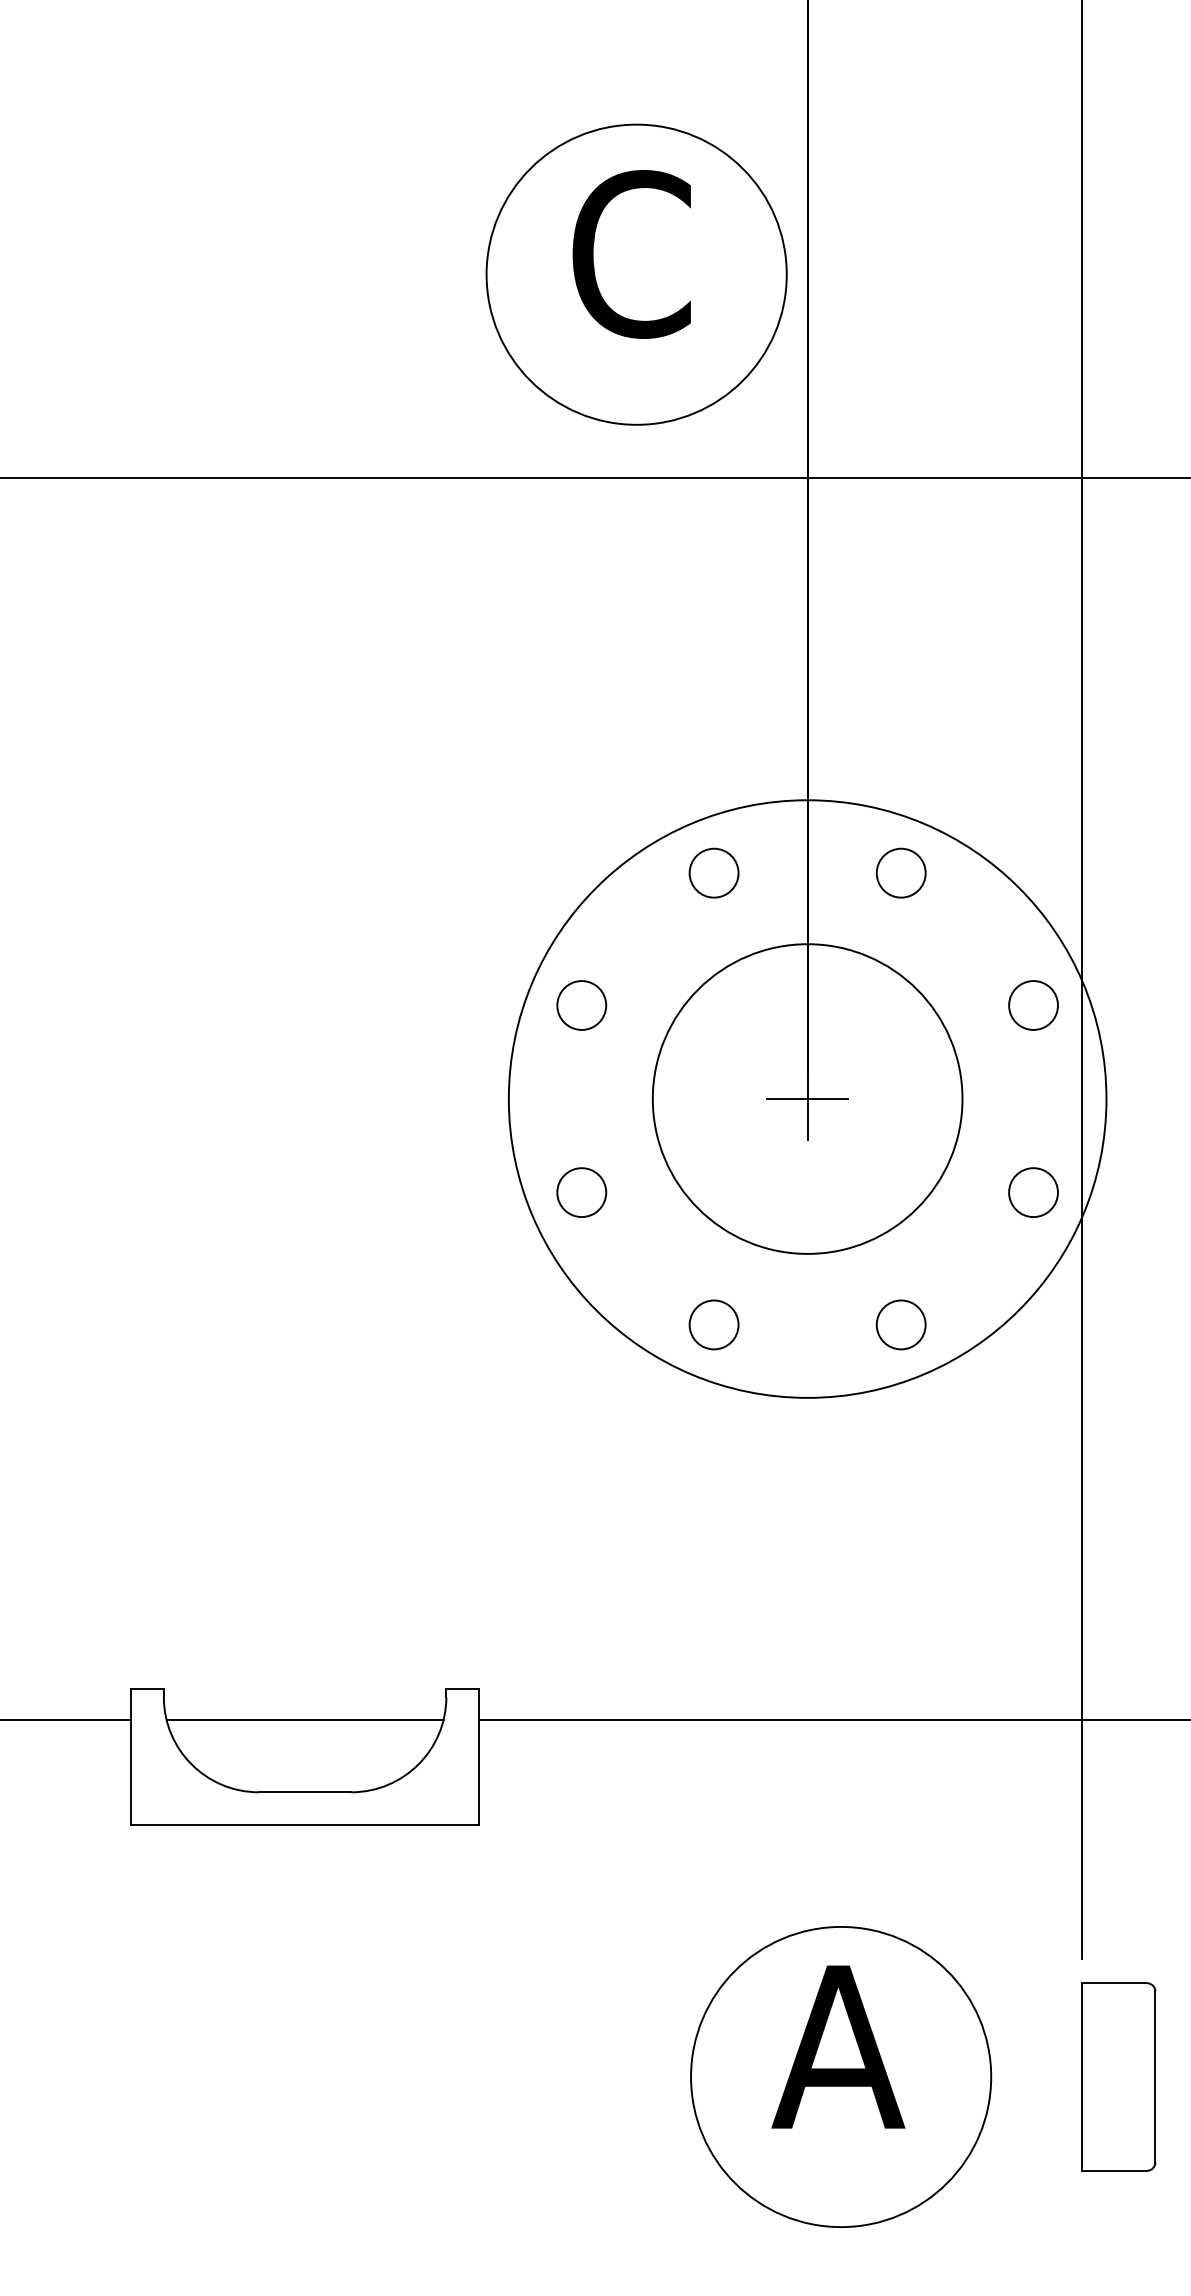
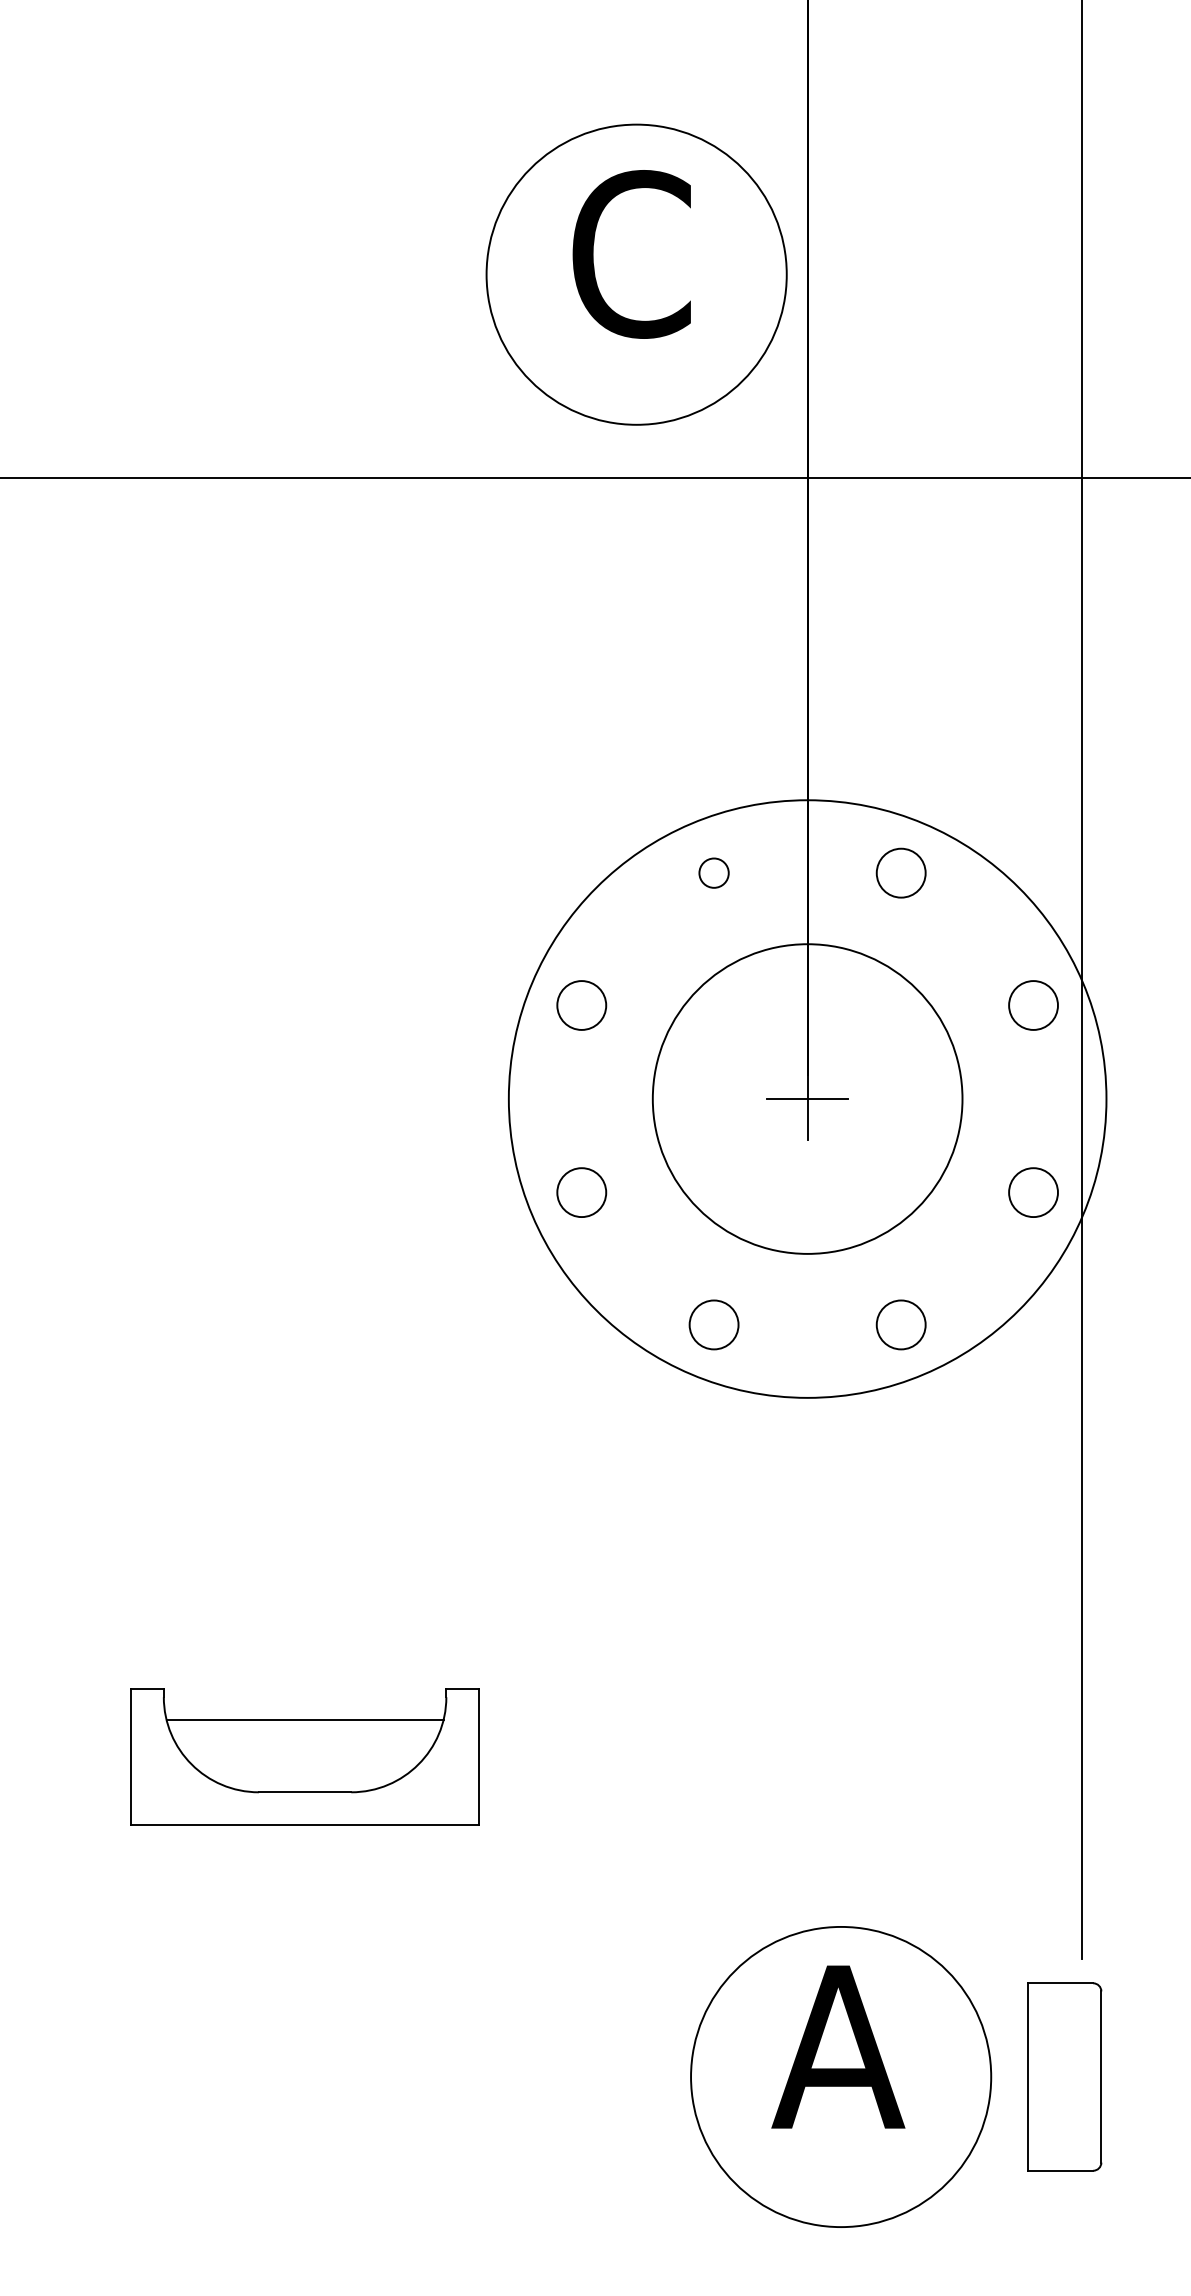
circle at (713, 872) diameter: 49 px -> 29 px
line at (66, 1719): present -> none
line at (832, 1719): present -> none
part at (1118, 2076) position: (1118, 2076) -> (1064, 2076)
